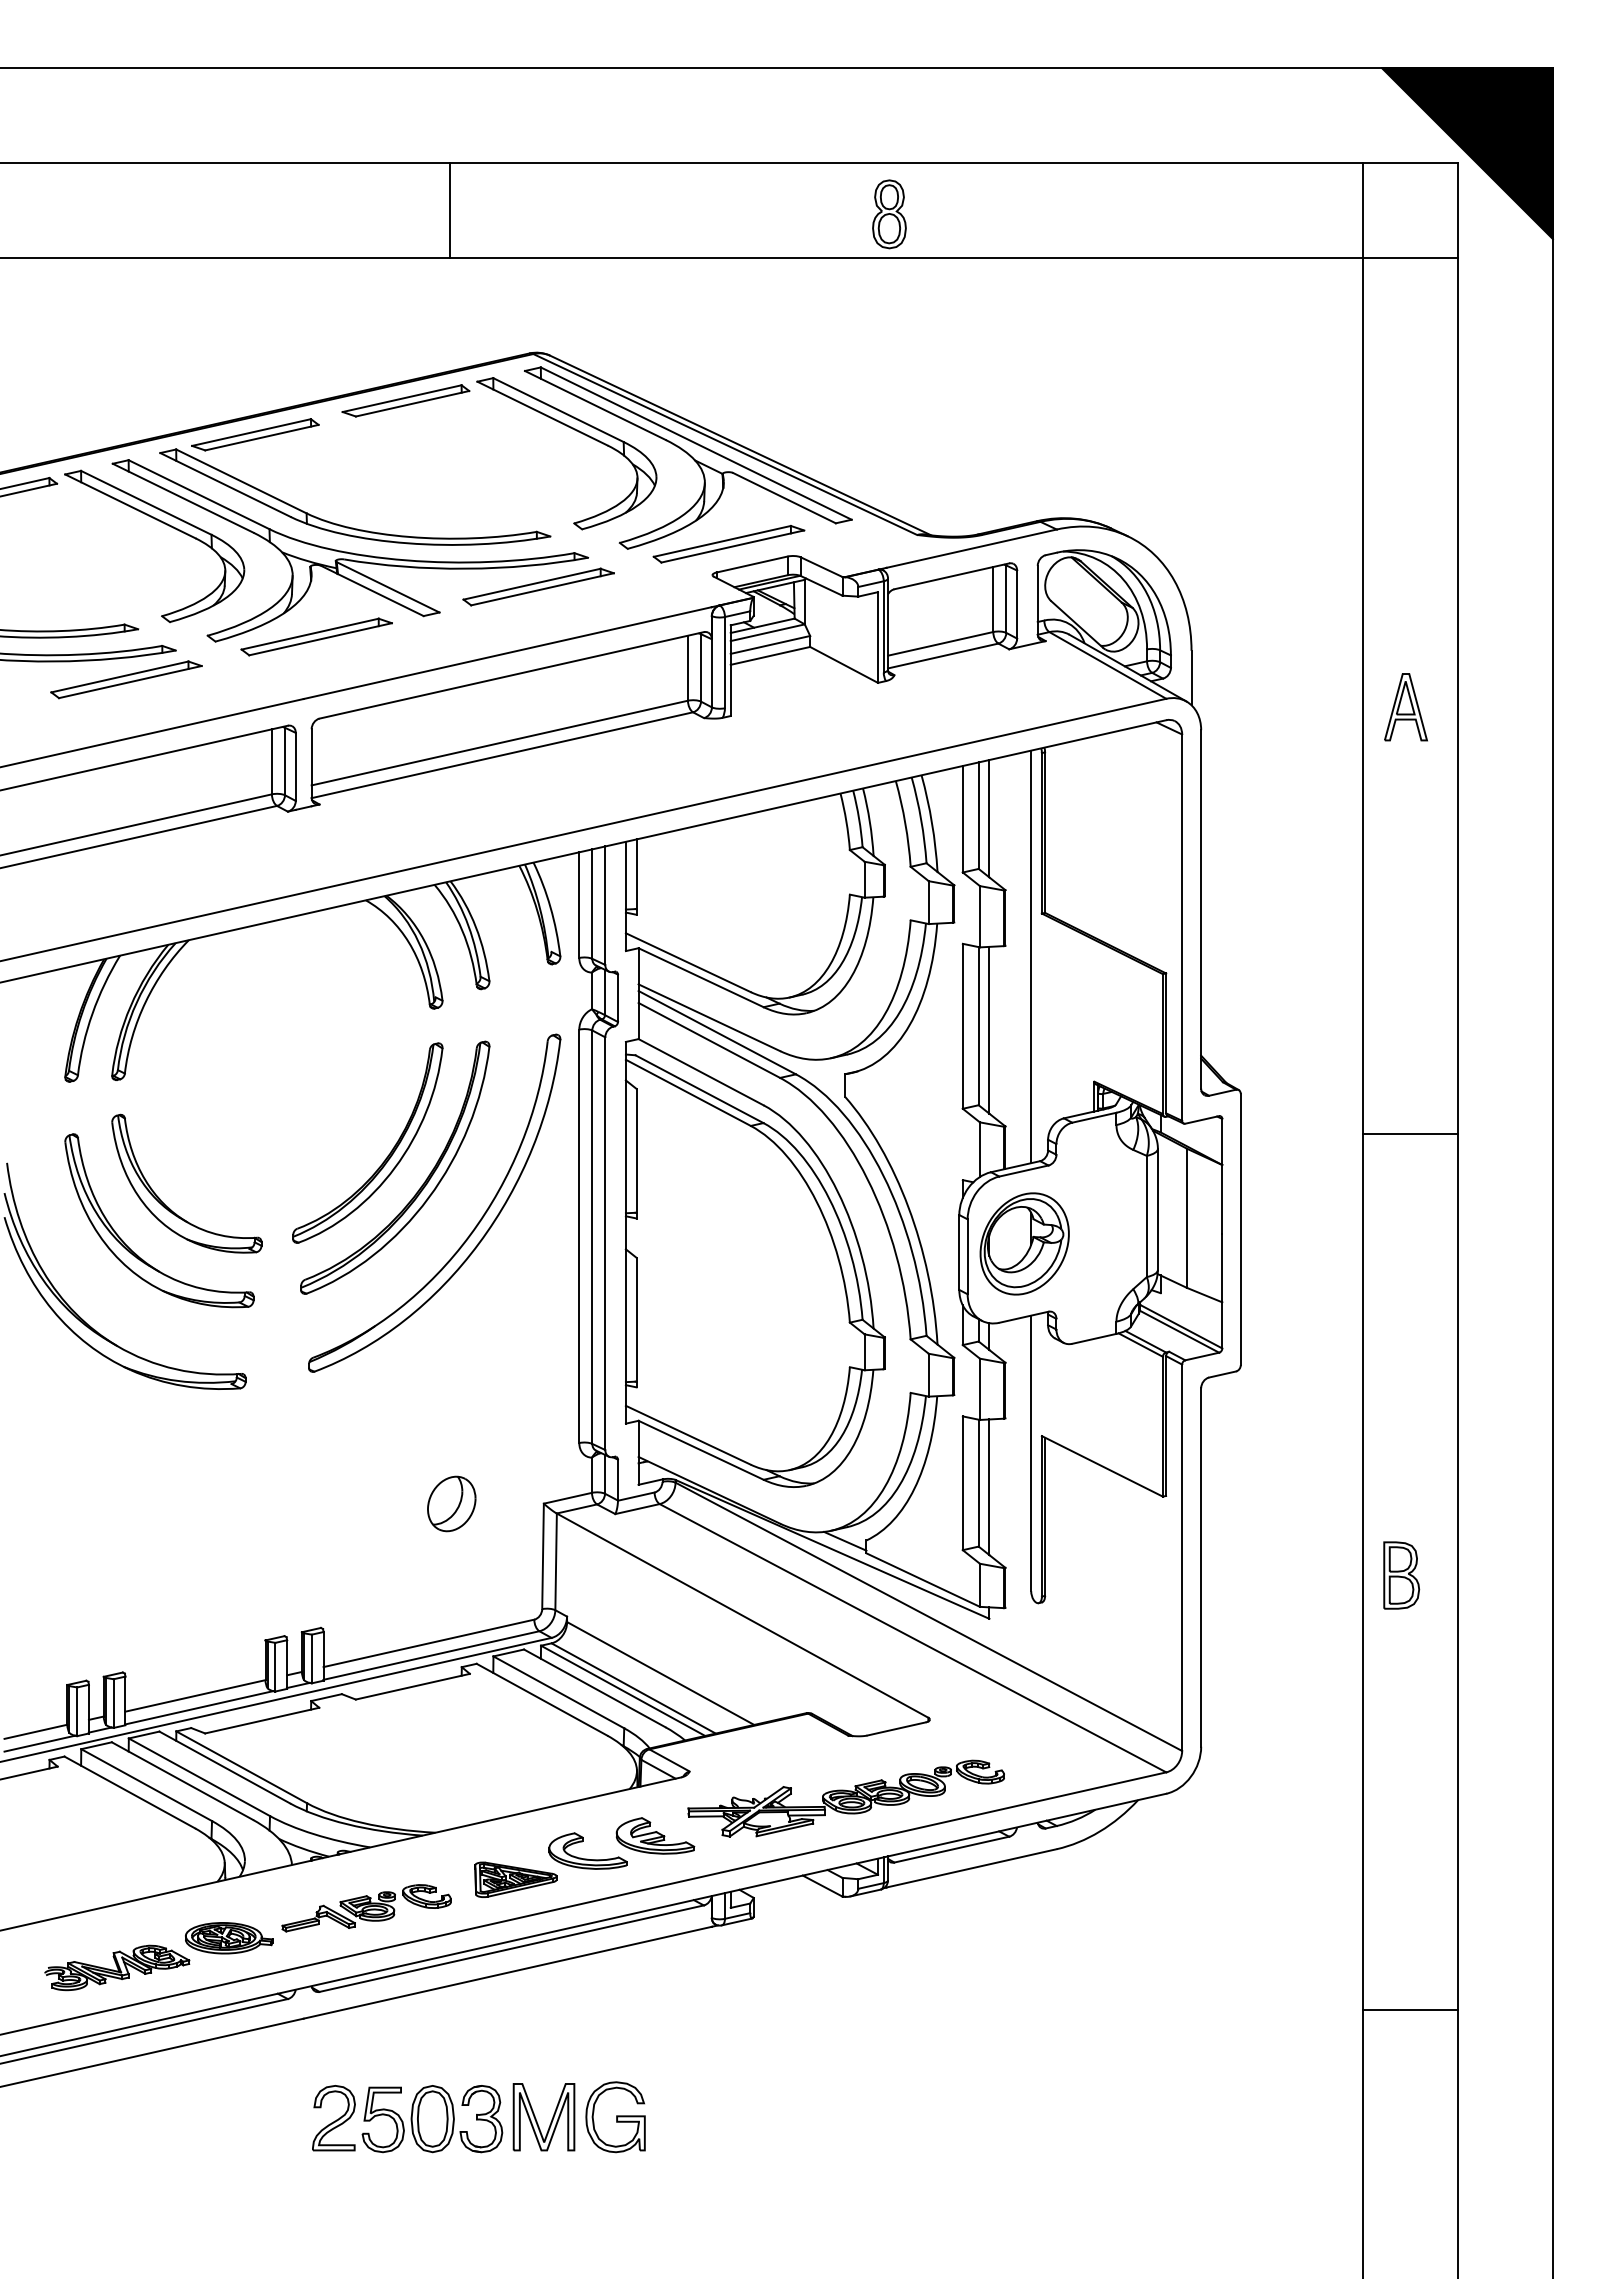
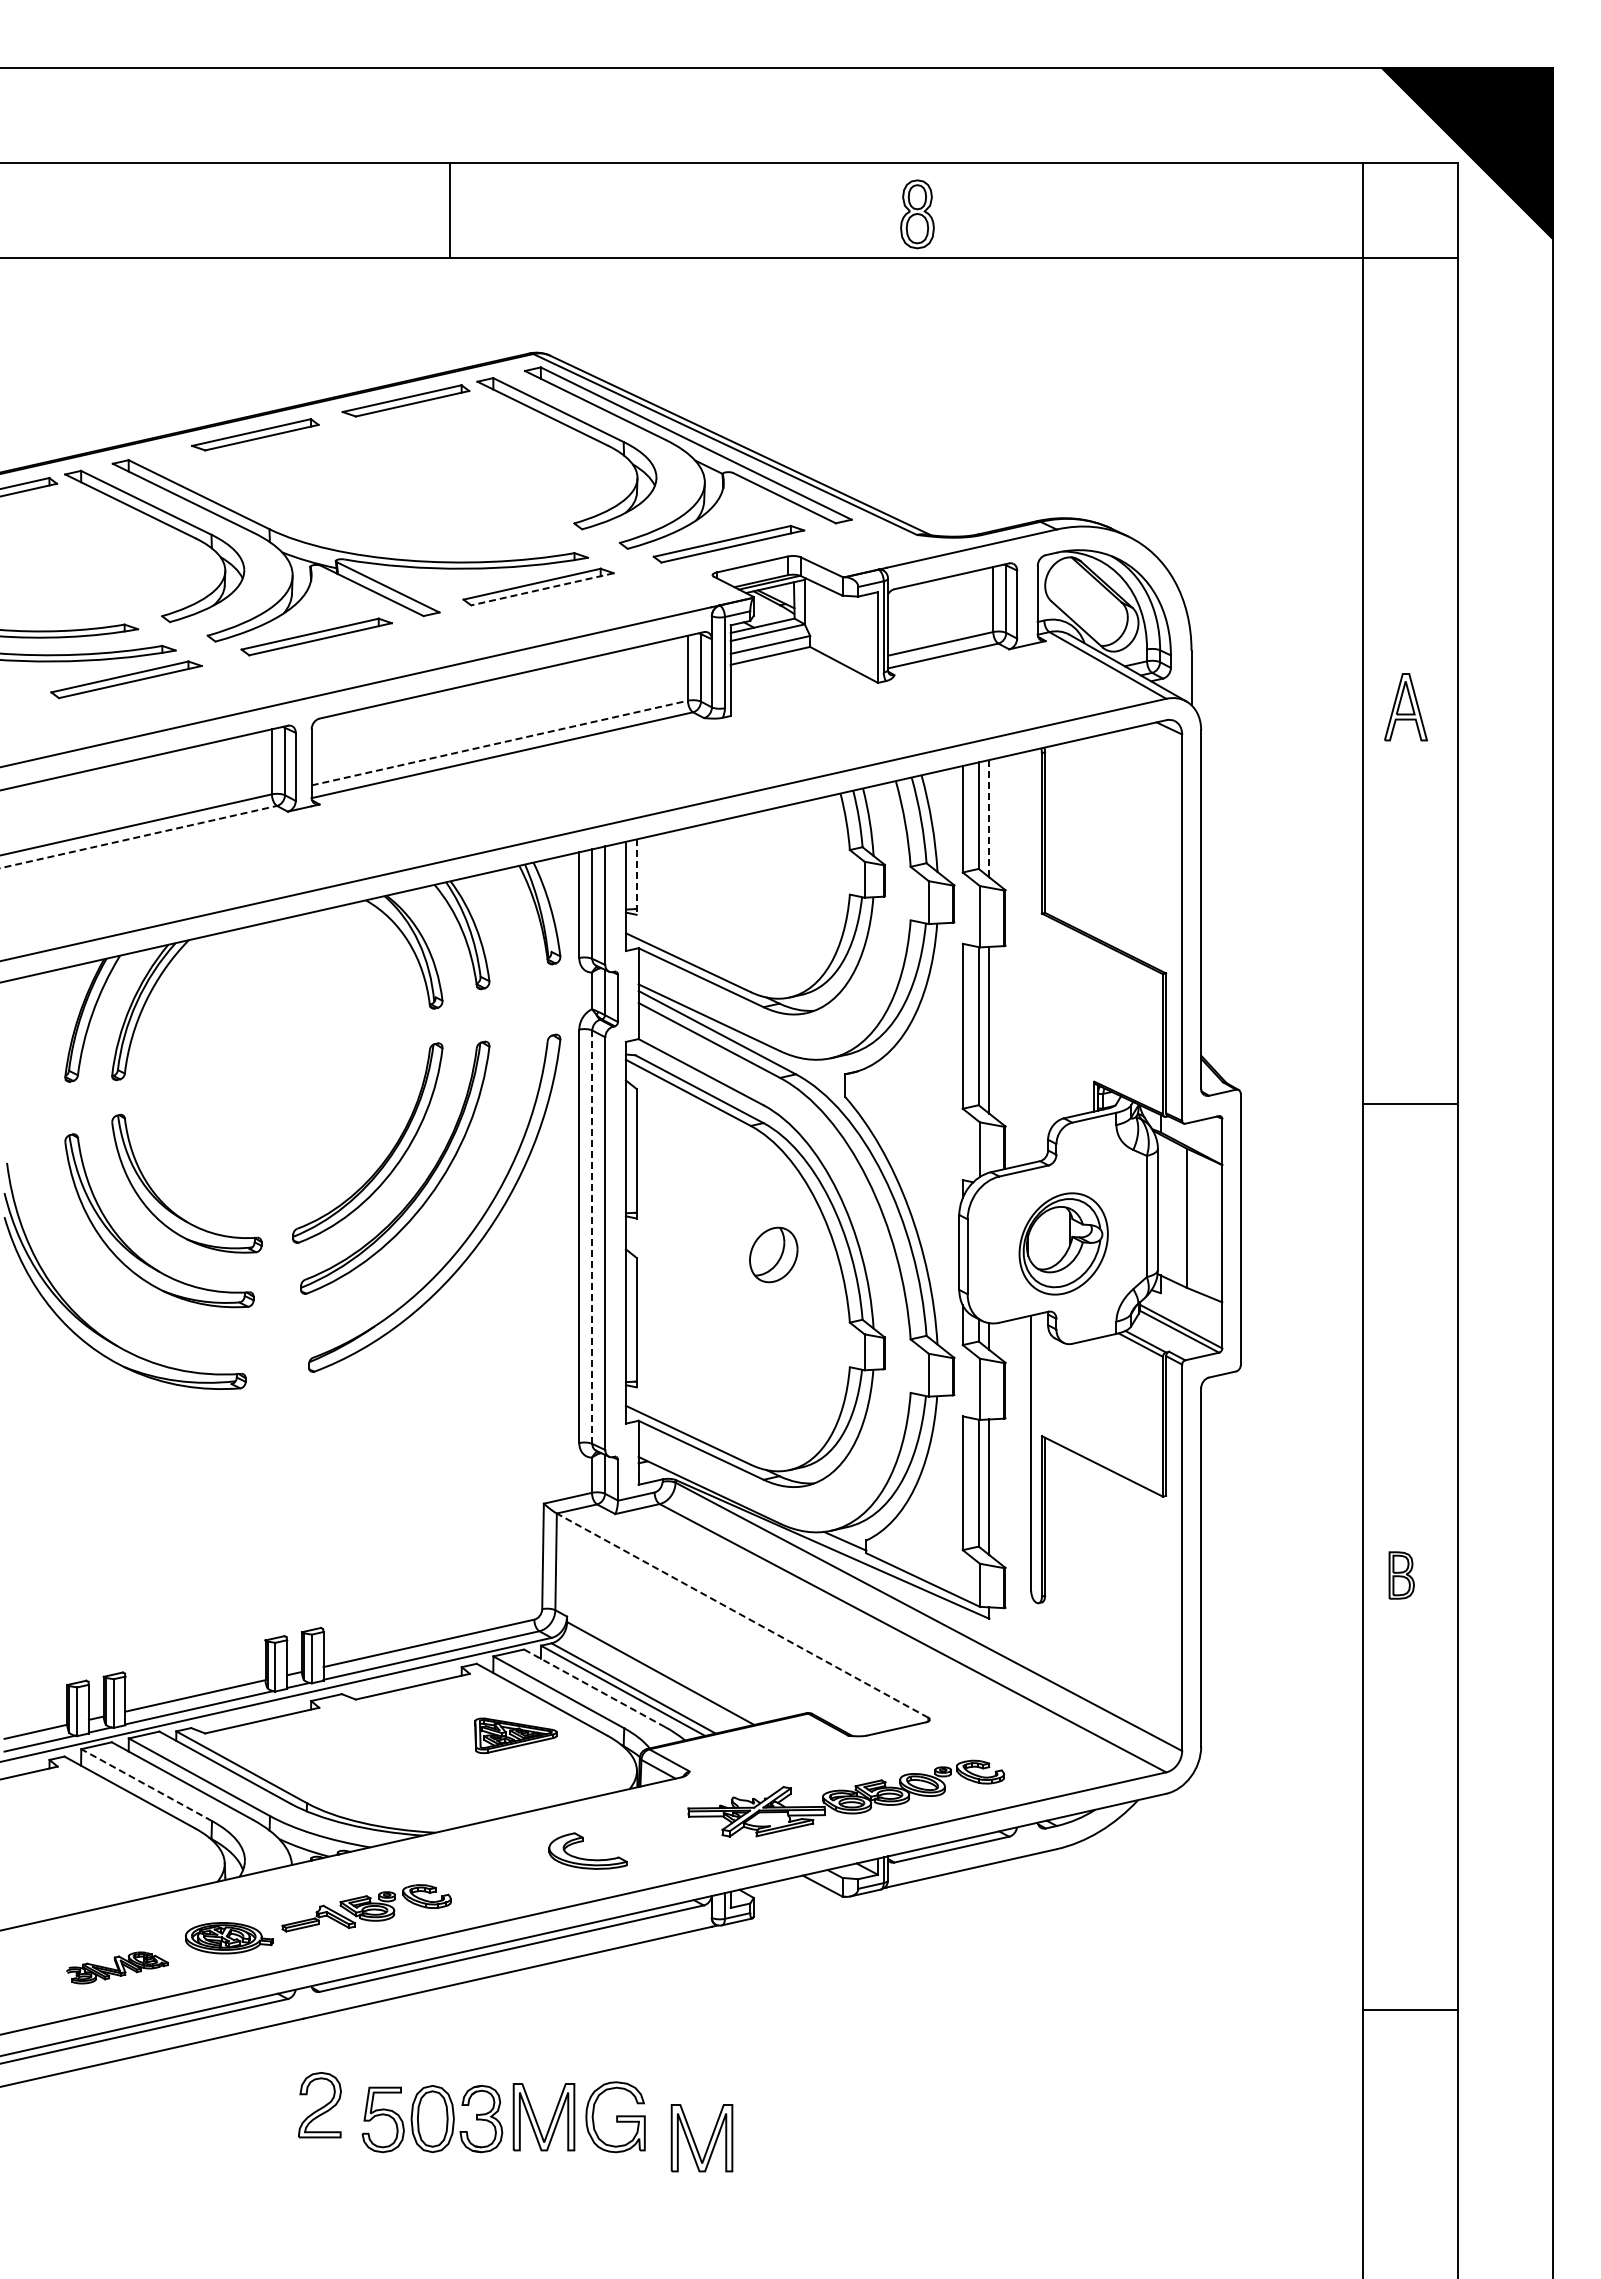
part at (889, 214) position: (889, 214) -> (917, 214)
part at (348, 526): present -> none
line at (542, 589): solid -> dashed
line at (499, 743): solid -> dashed
line at (989, 818): solid -> dashed
line at (138, 837): solid -> dashed
line at (636, 877): solid -> dashed
line at (1031, 956): present -> none
line at (1410, 1134) position: (1410, 1134) -> (1410, 1104)
line at (592, 1237): solid -> dashed
part at (1024, 1243) position: (1024, 1243) -> (1063, 1243)
part at (451, 1503) position: (451, 1503) -> (773, 1254)
part at (1401, 1575) size: 38x69 px -> 27x49 px
line at (742, 1615): solid -> dashed
line at (594, 1688): solid -> dashed
line at (146, 1785): solid -> dashed
part at (655, 1835): present -> none
part at (515, 1879) position: (515, 1879) -> (515, 1735)
part at (117, 1967) size: 147x48 px -> 103x34 px
part at (333, 2118) position: (333, 2118) -> (319, 2105)
part at (694, 2139): none -> present
